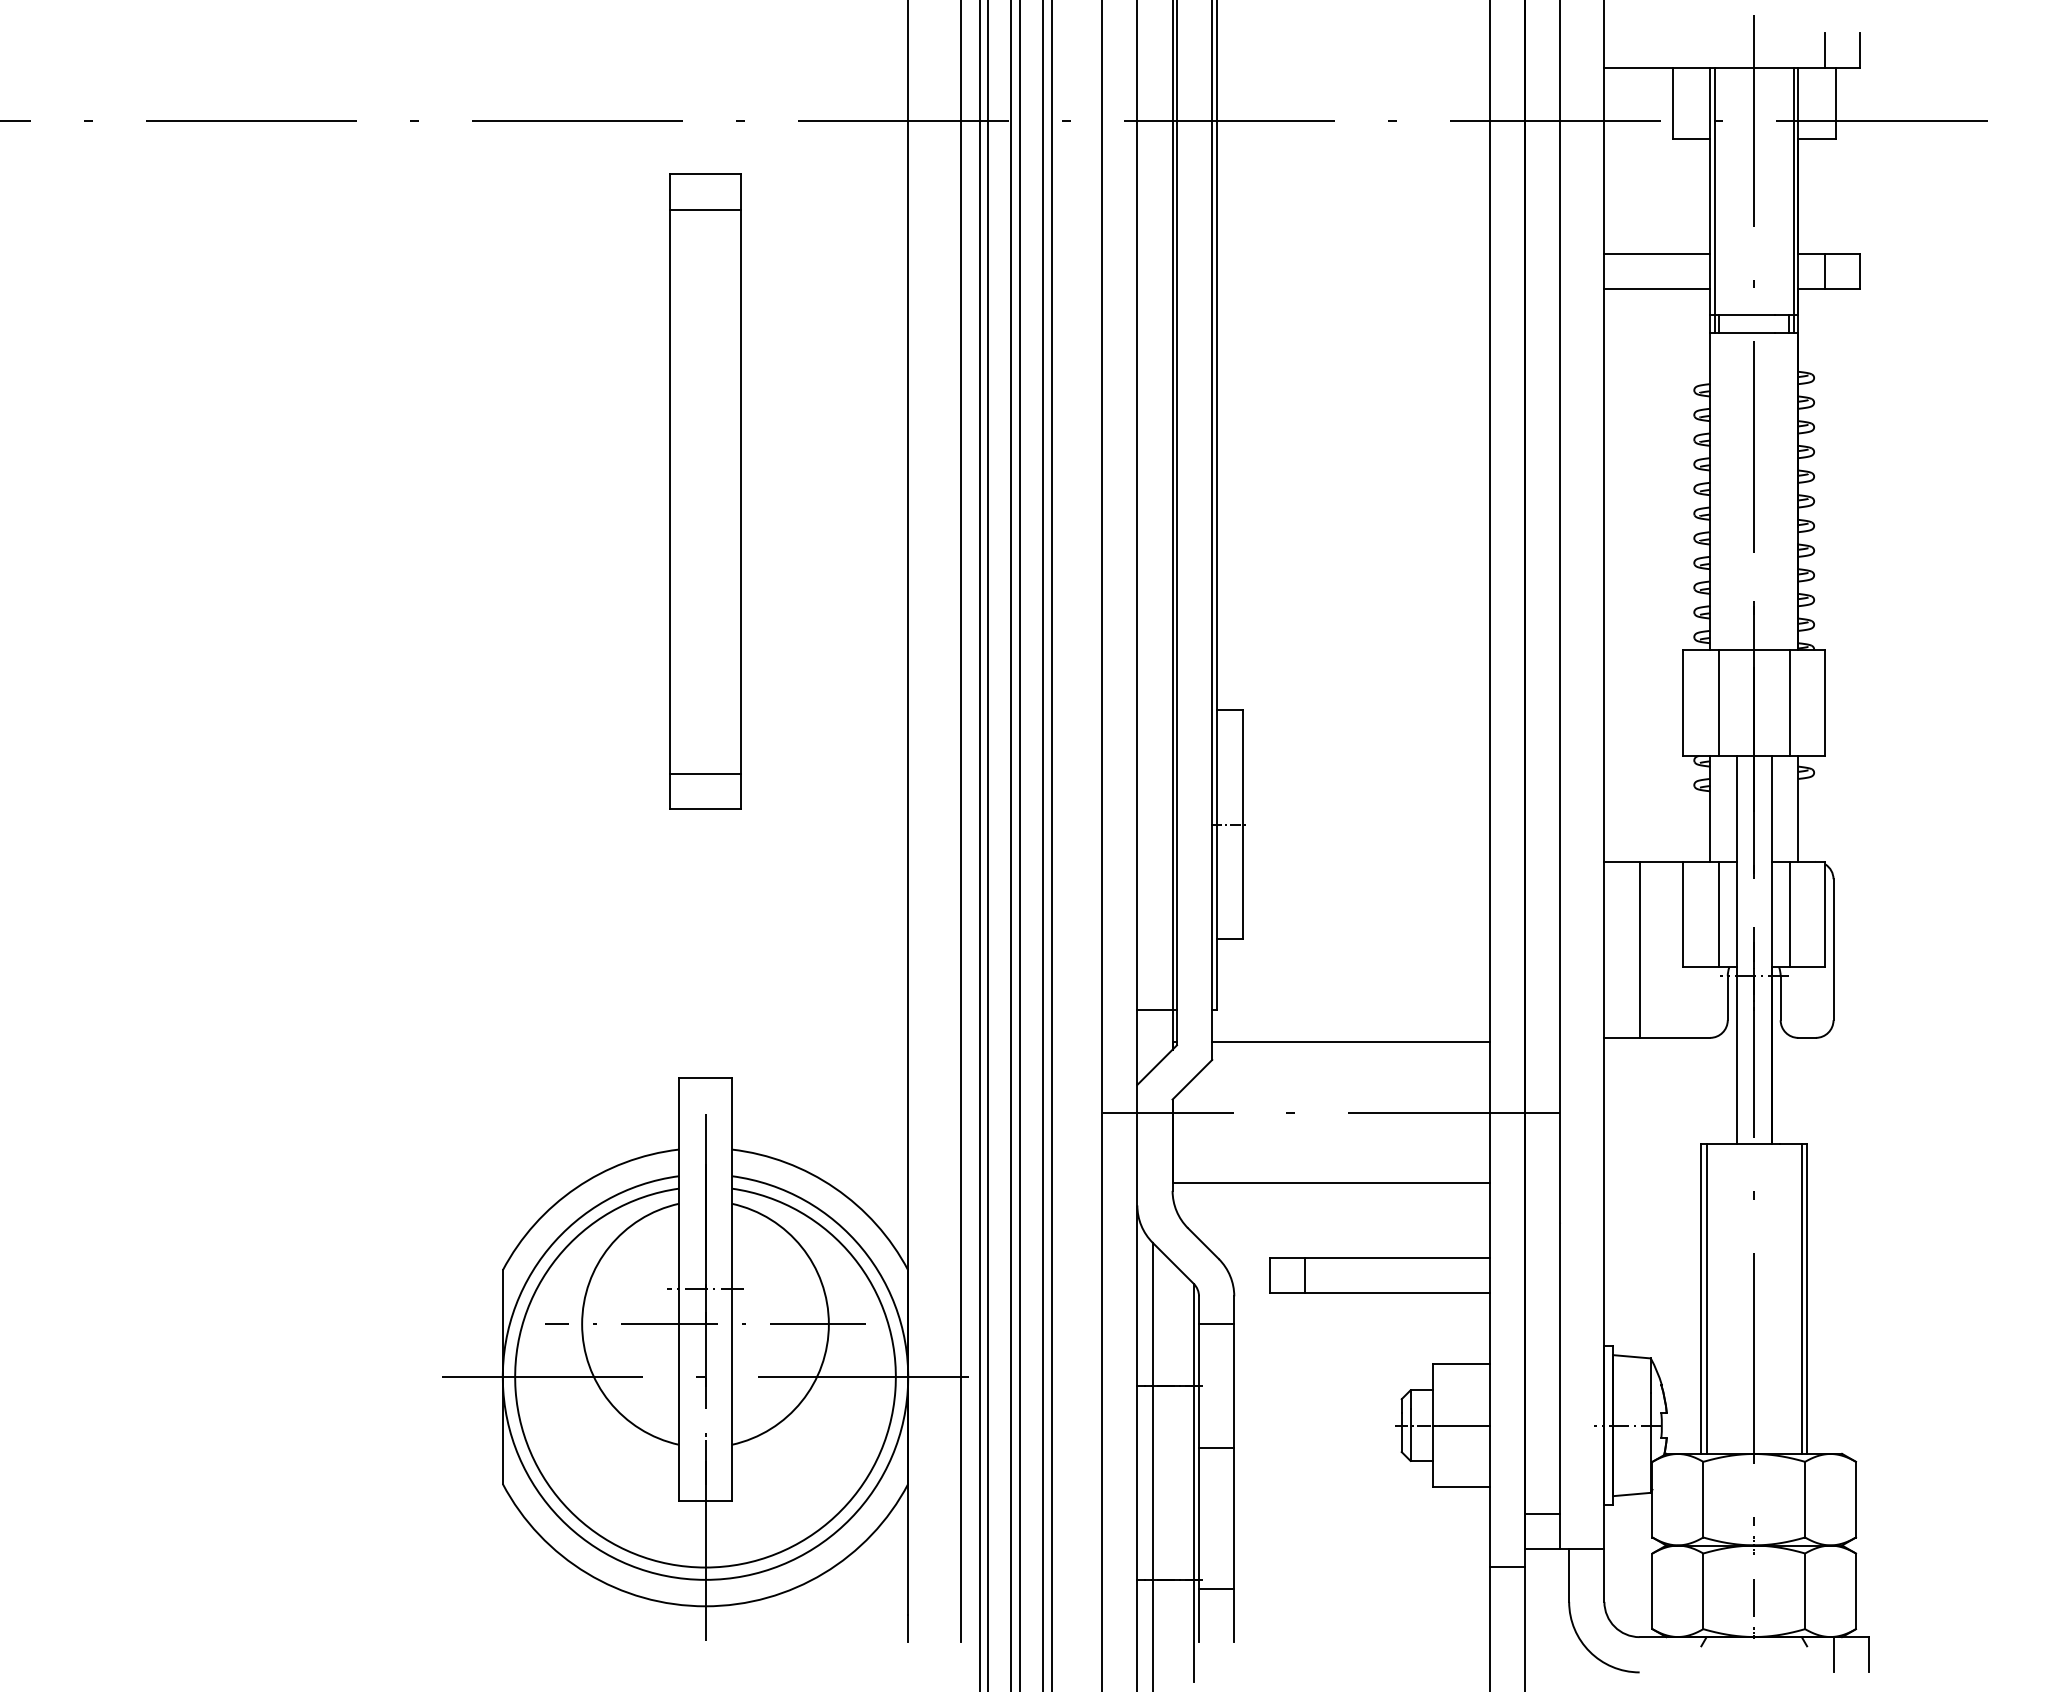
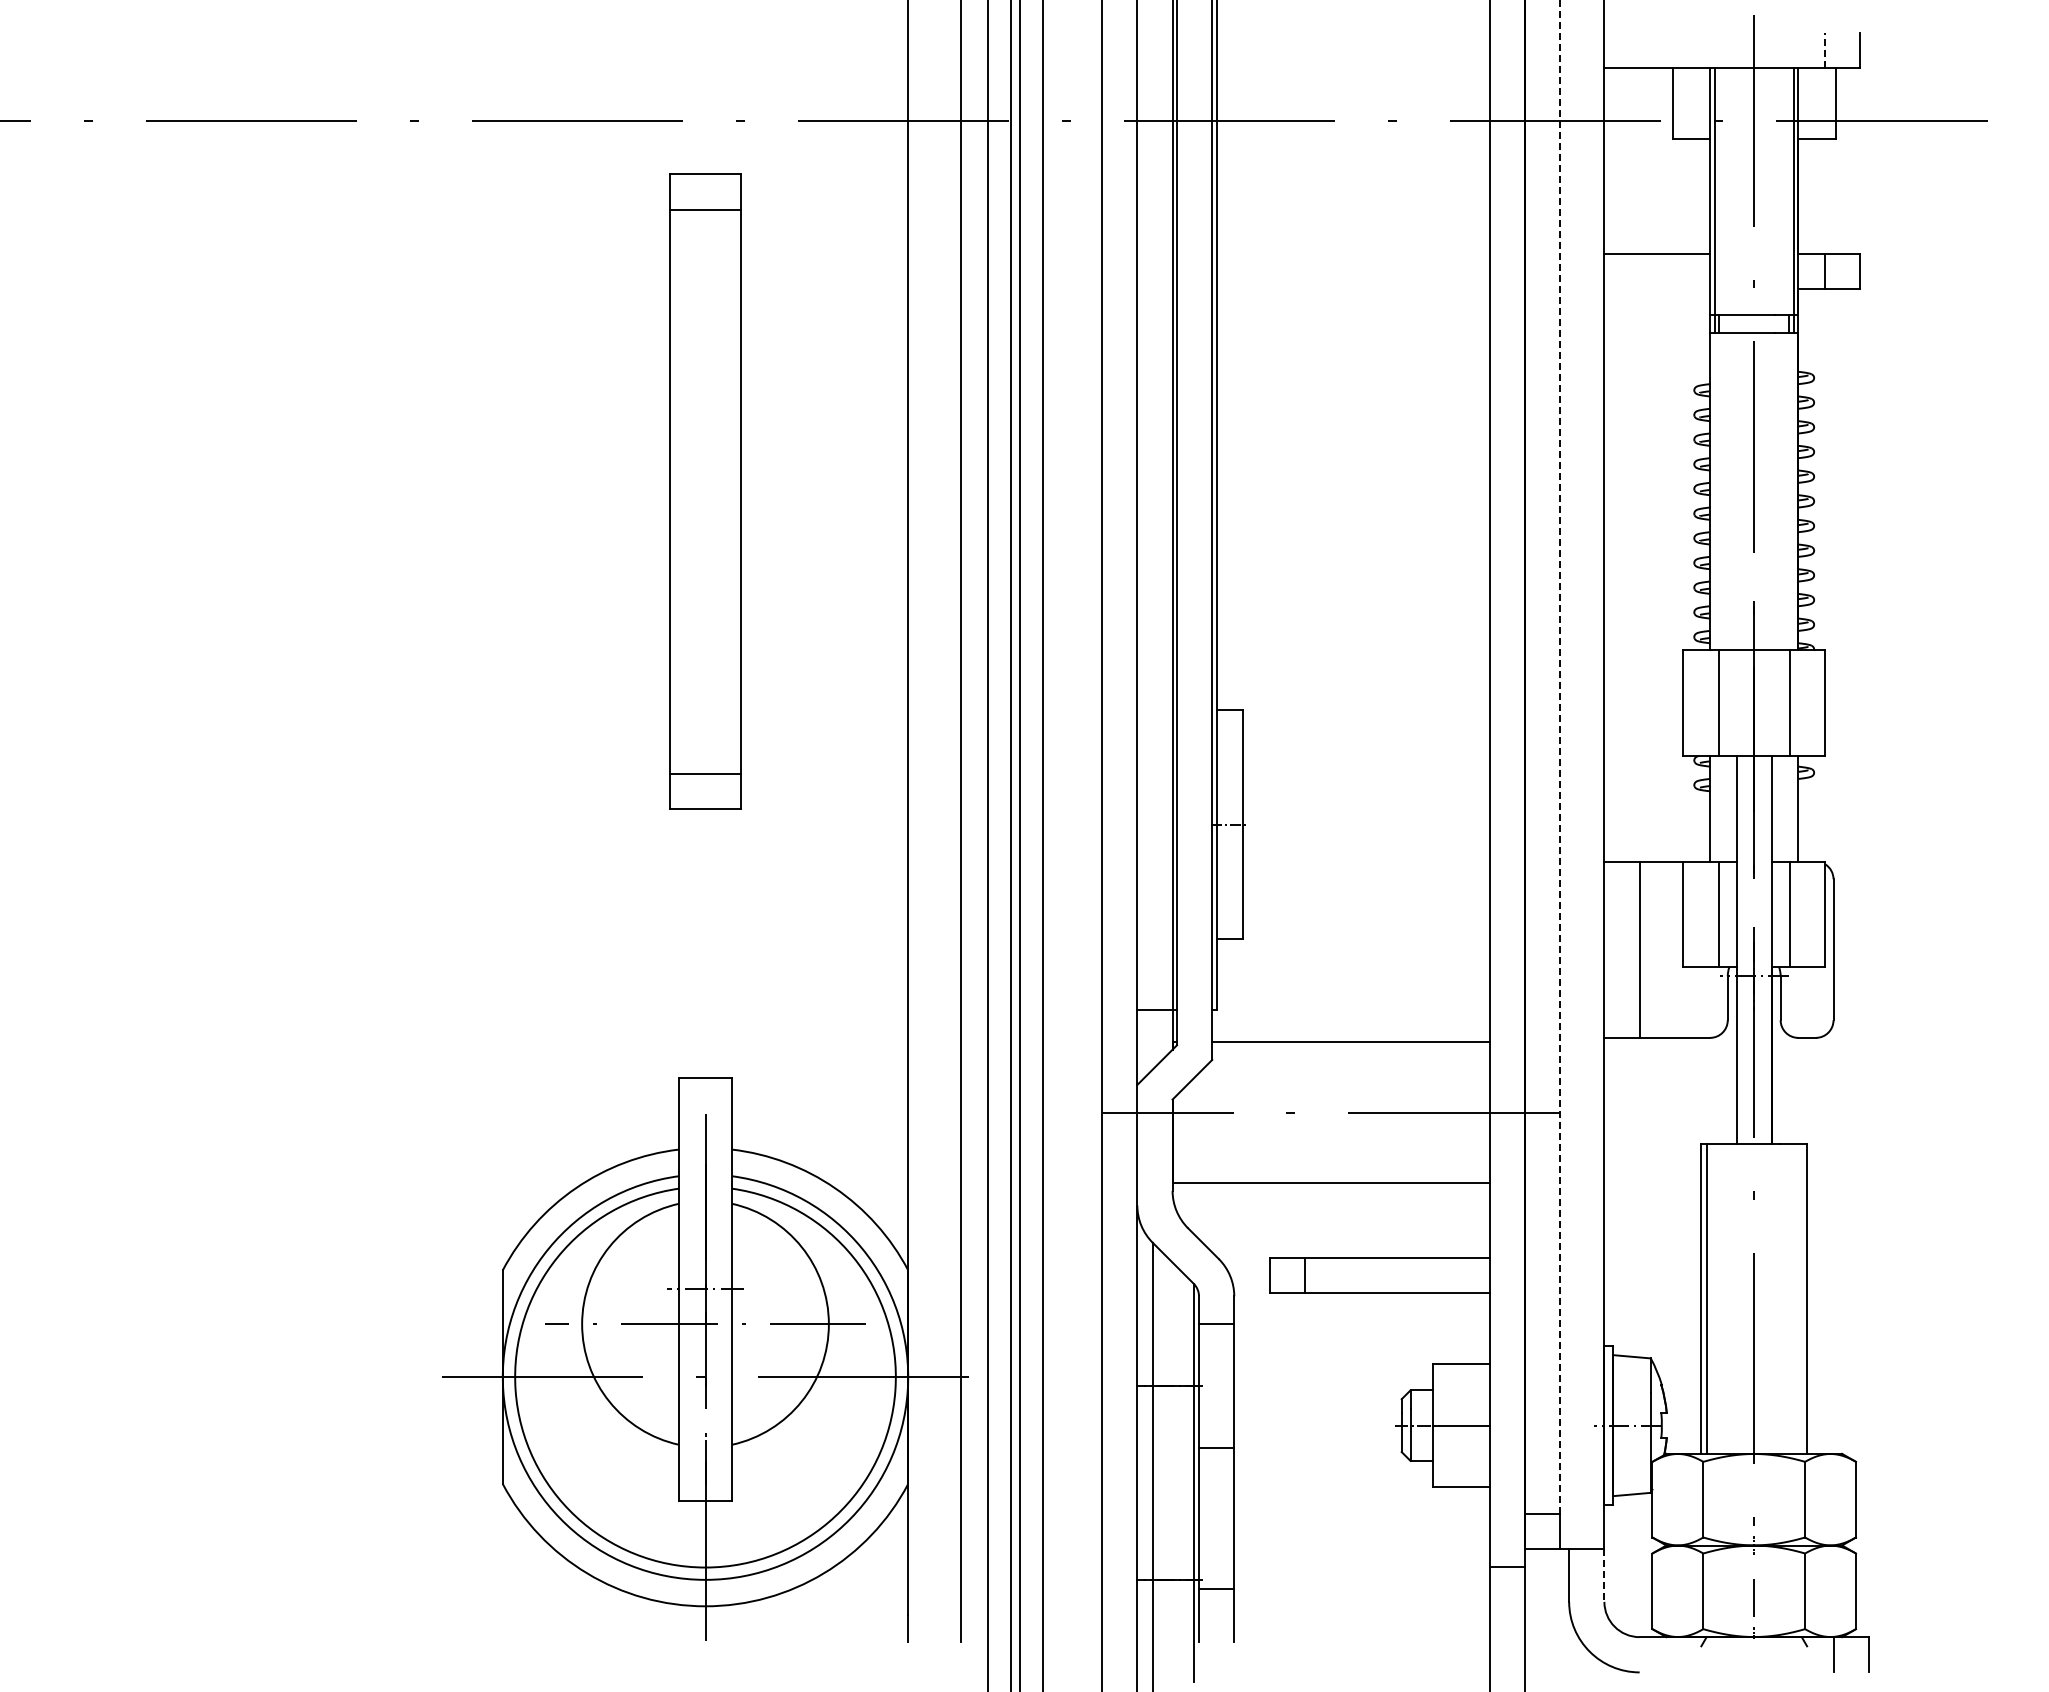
line at (1824, 50): solid -> dashed
line at (1657, 288): present -> none
line at (1560, 756): solid -> dashed
line at (979, 845): present -> none
line at (1051, 845): present -> none
line at (1801, 1298): present -> none
line at (1604, 1575): solid -> dashed
